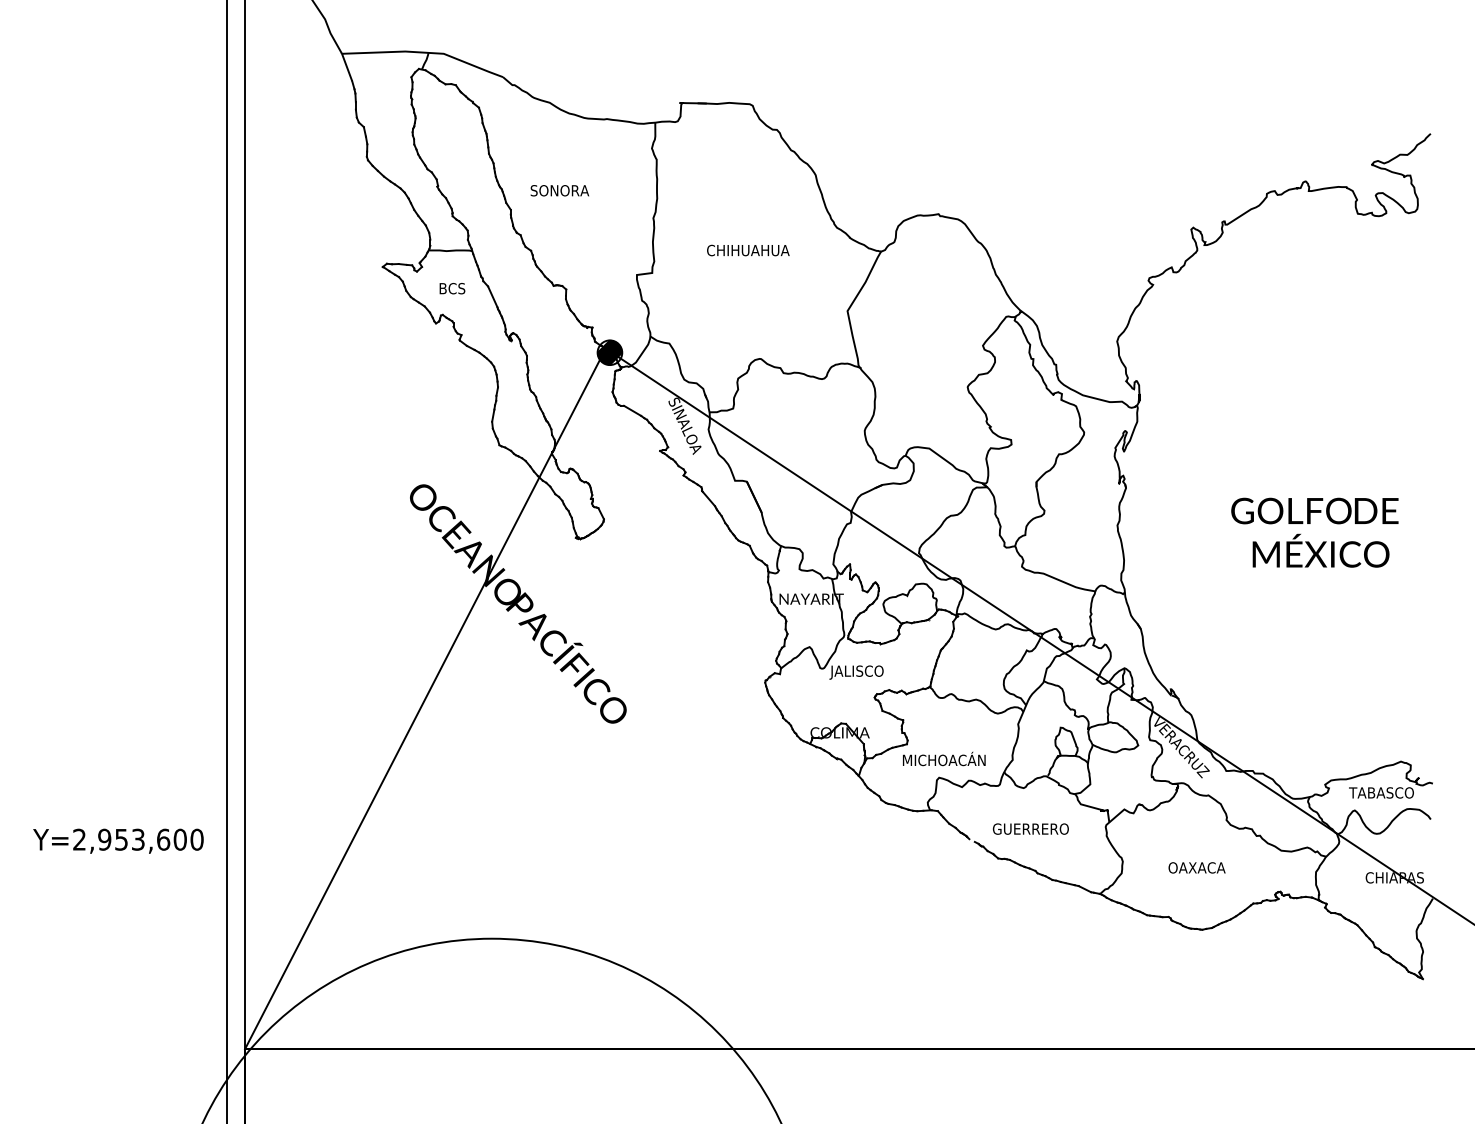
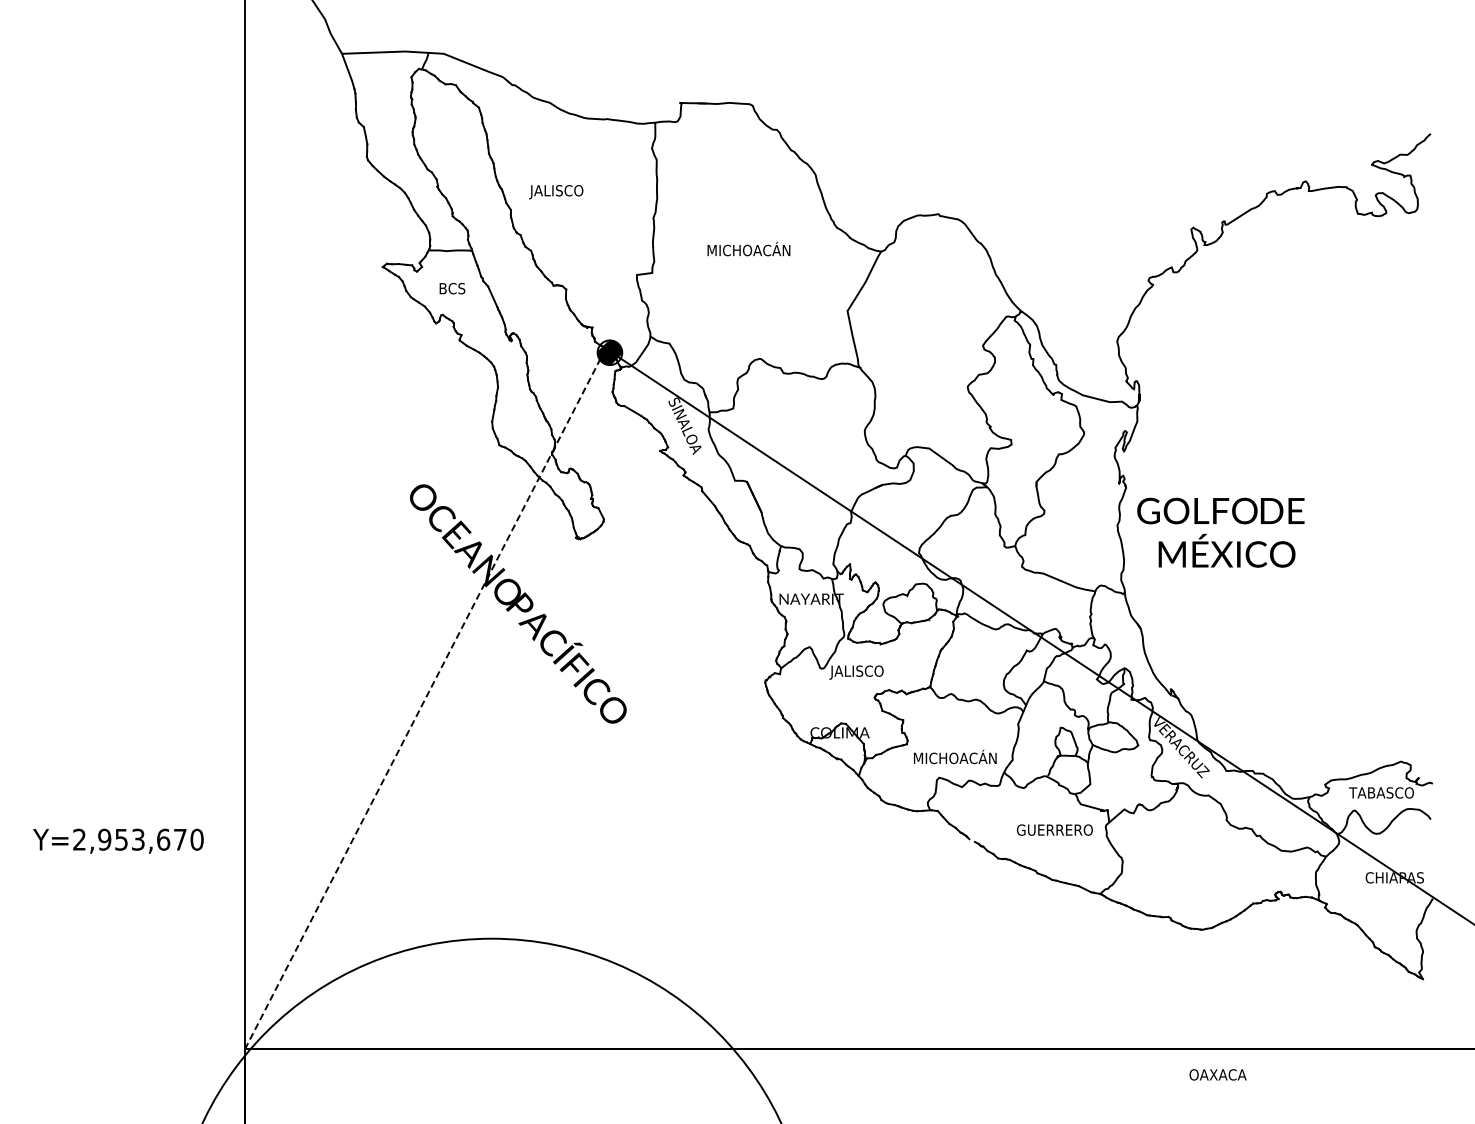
text at (559, 192): SONORA -> JALISCO
text at (748, 249): CHIHUAHUA -> MICHOACÁN
text at (1314, 532) position: (1314, 532) -> (1220, 532)
line at (227, 561): present -> none
line at (425, 698): solid -> dashed
text at (944, 758) position: (944, 758) -> (955, 756)
text at (1030, 828) position: (1030, 828) -> (1054, 829)
text at (179, 839): Y=2,953,600 -> Y=2,953,670
text at (1196, 867) position: (1196, 867) -> (1217, 1074)
